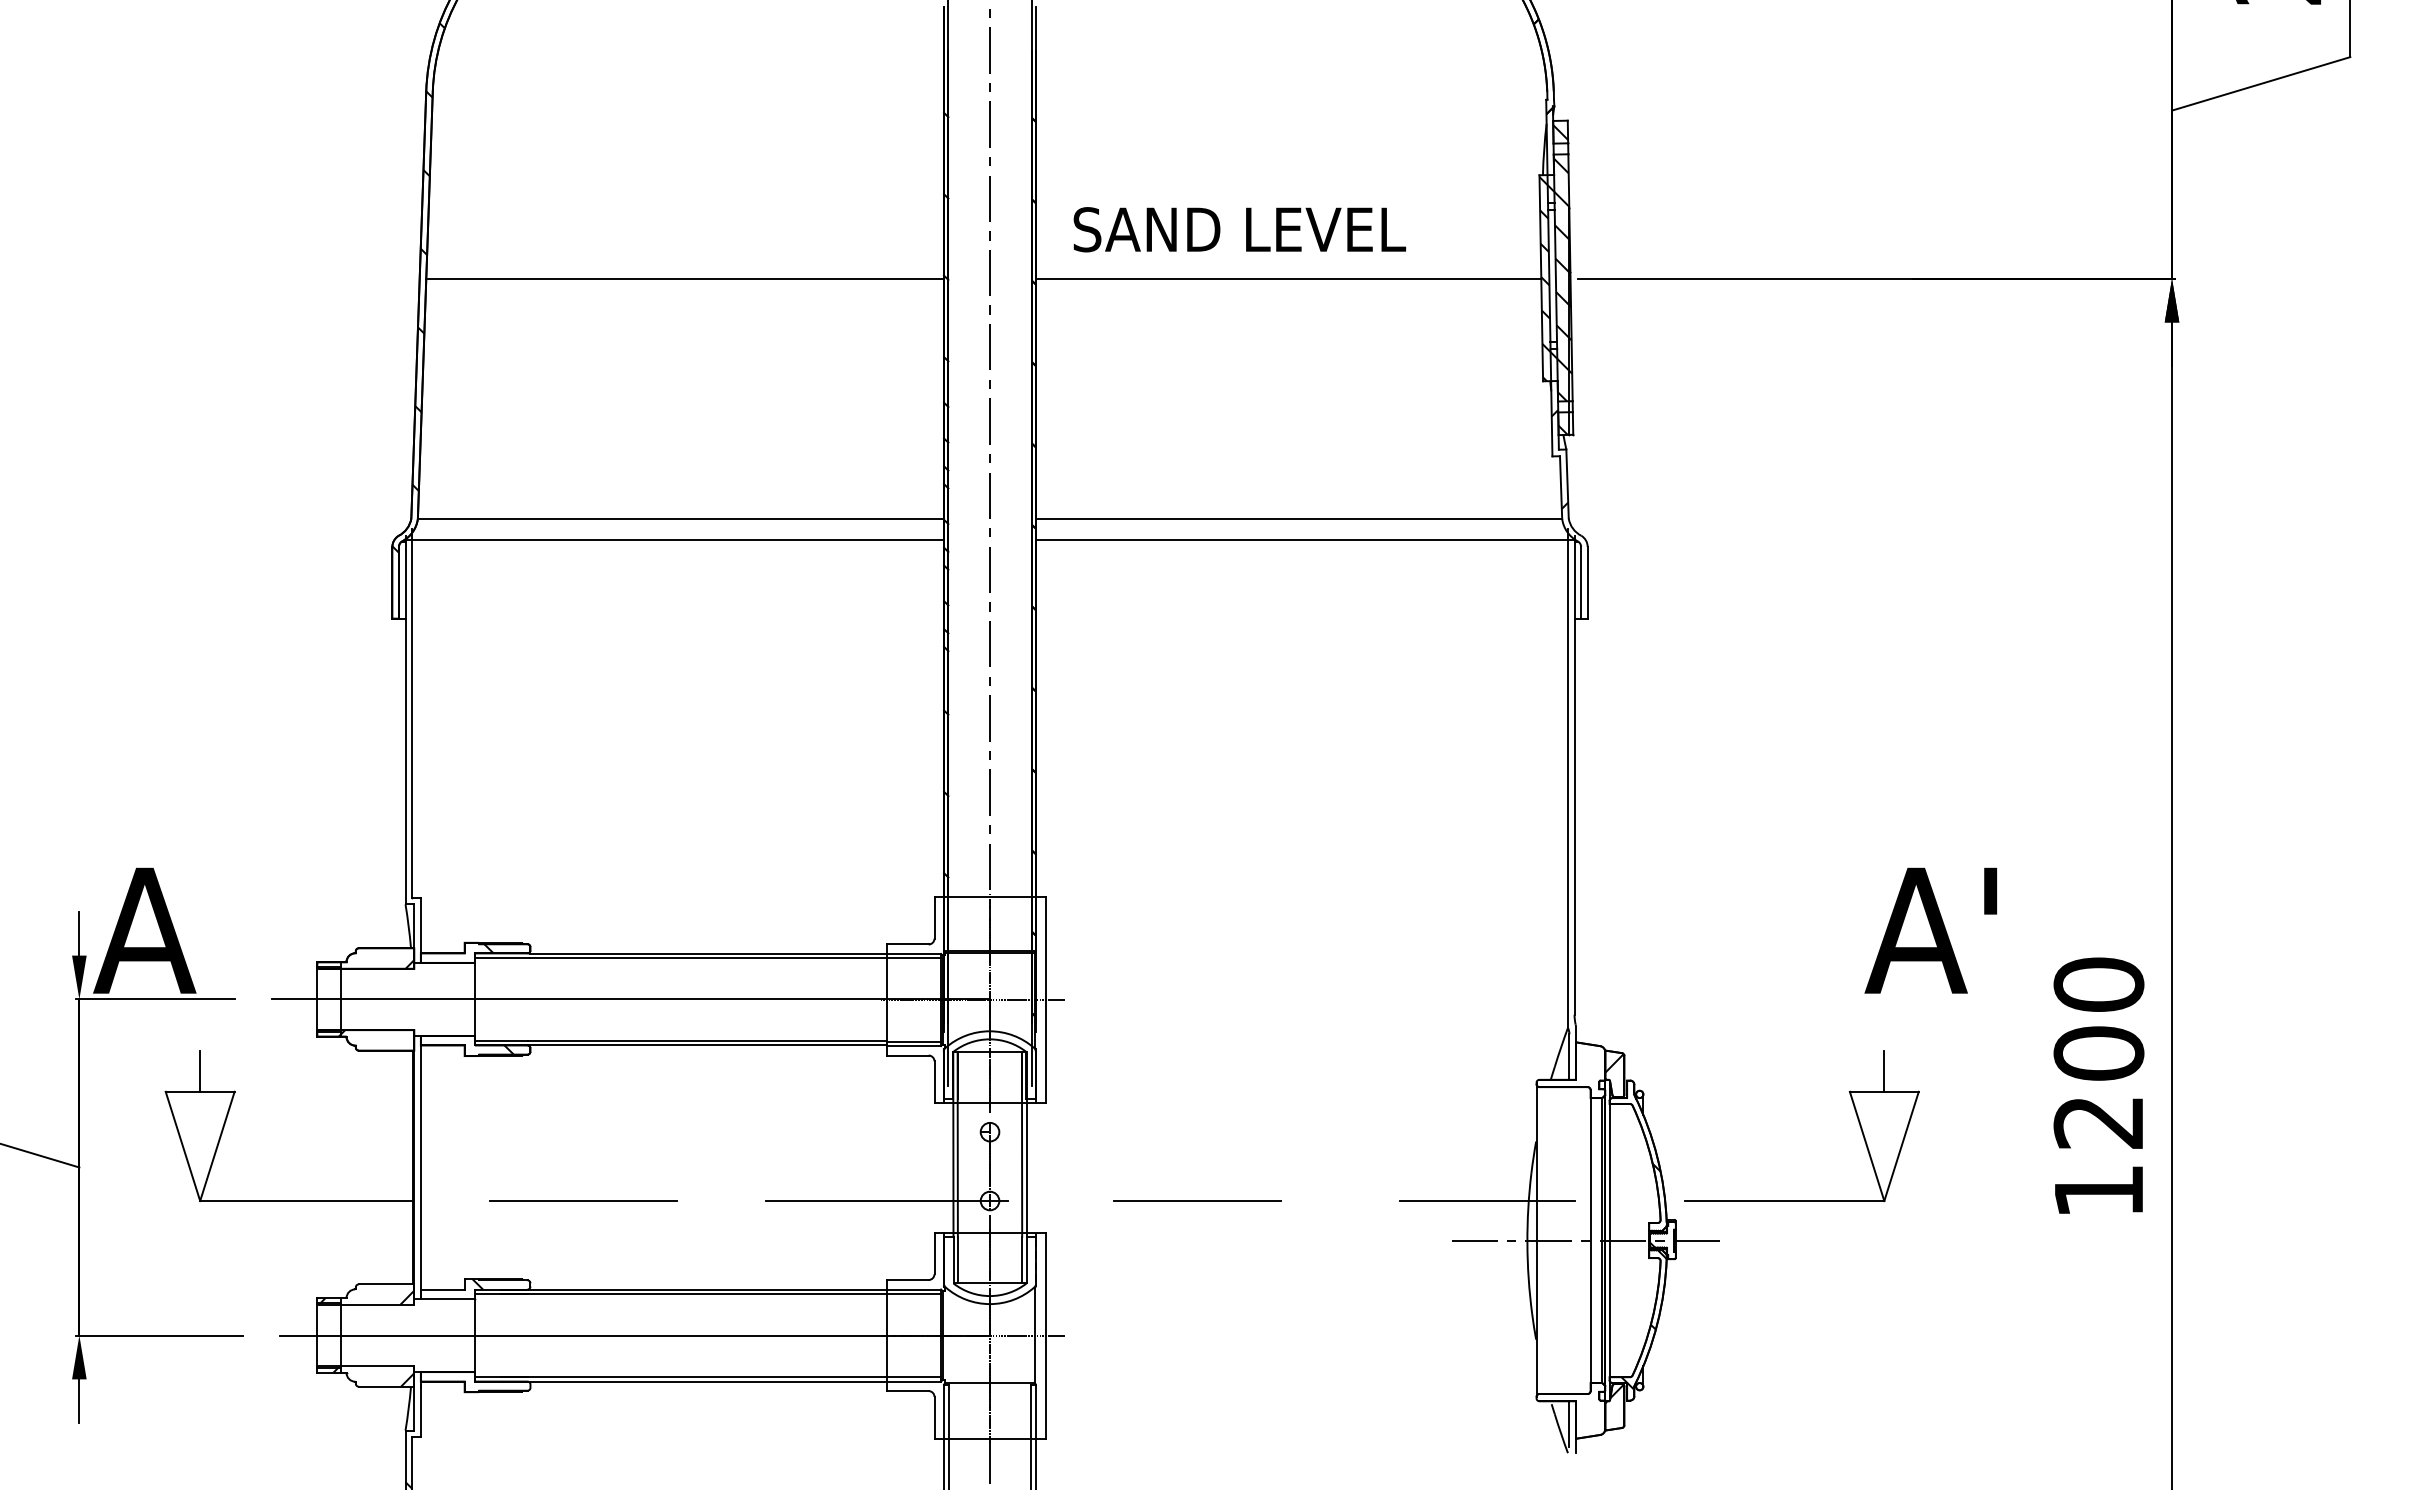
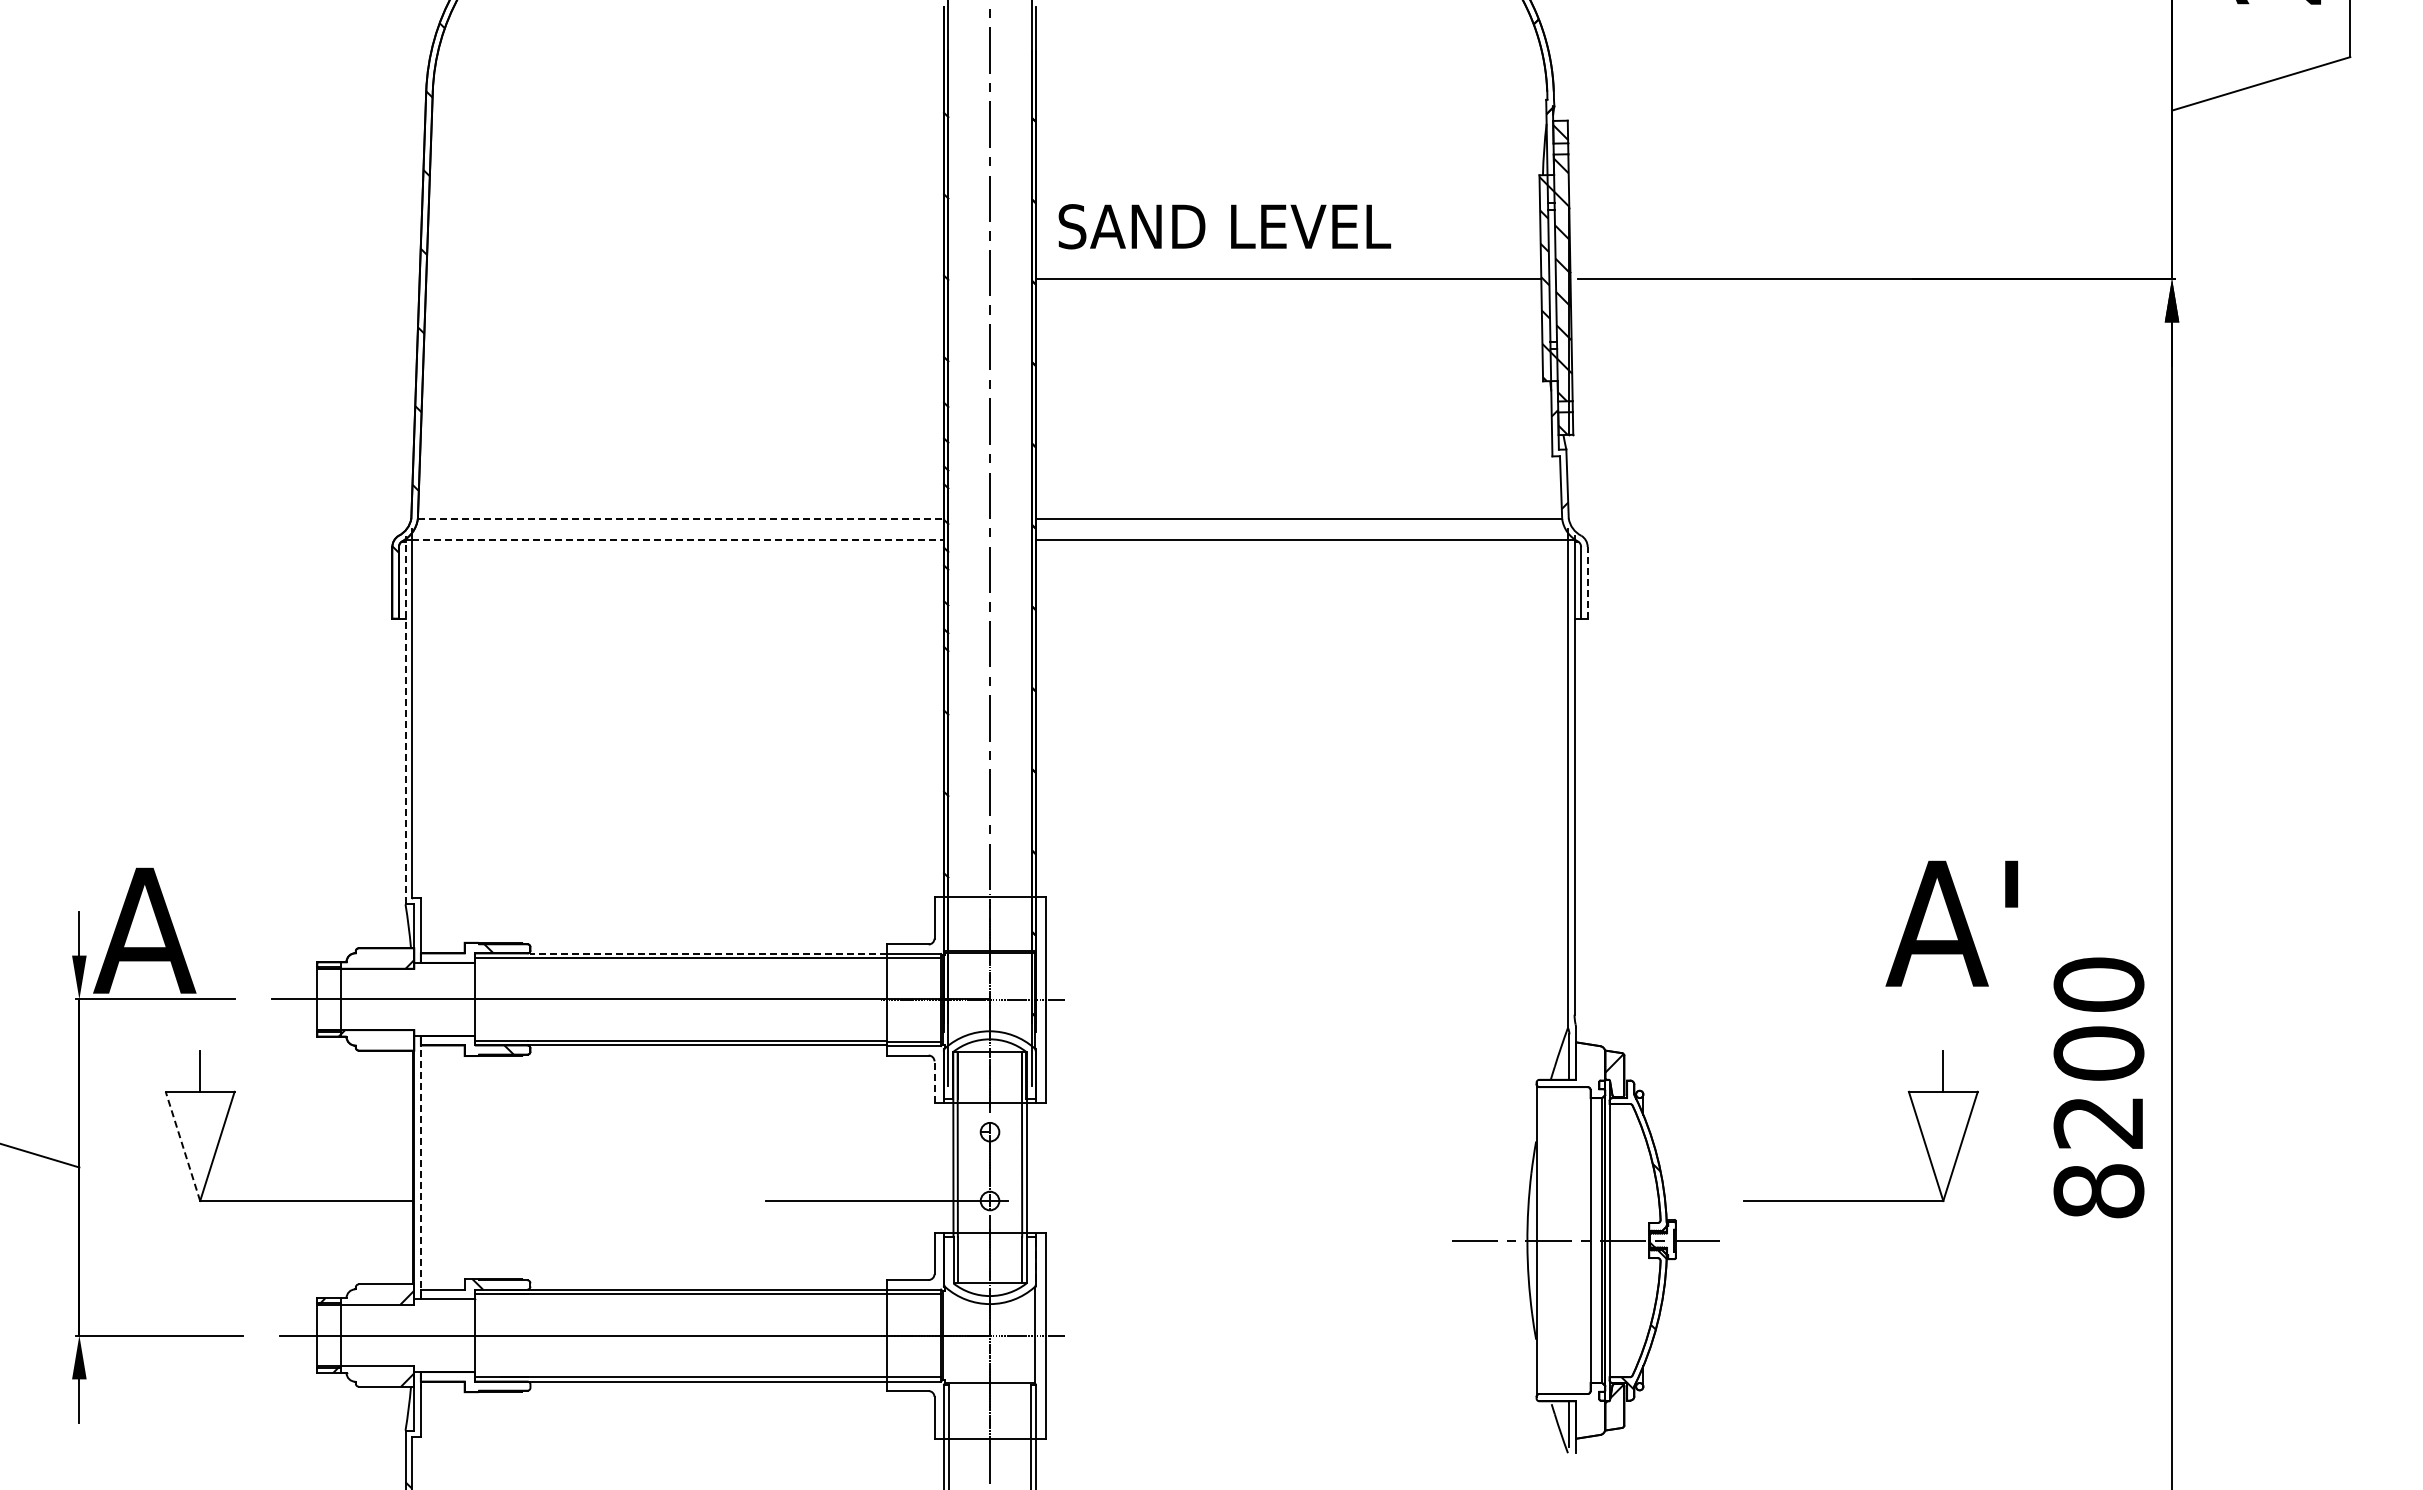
text at (1239, 229) position: (1239, 229) -> (1224, 226)
line at (685, 278): present -> none
line at (681, 519): solid -> dashed
line at (678, 539): solid -> dashed
line at (1587, 582): solid -> dashed
line at (405, 719): solid -> dashed
text at (1930, 930) position: (1930, 930) -> (1951, 923)
line at (708, 953): solid -> dashed
line at (934, 1082): solid -> dashed
part at (1853, 1107) position: (1853, 1107) -> (1912, 1107)
line at (182, 1145): solid -> dashed
line at (420, 1167): solid -> dashed
text at (2098, 1191): 1200 -> 8200
line at (582, 1201): present -> none
line at (1197, 1201): present -> none
line at (1487, 1201): present -> none
